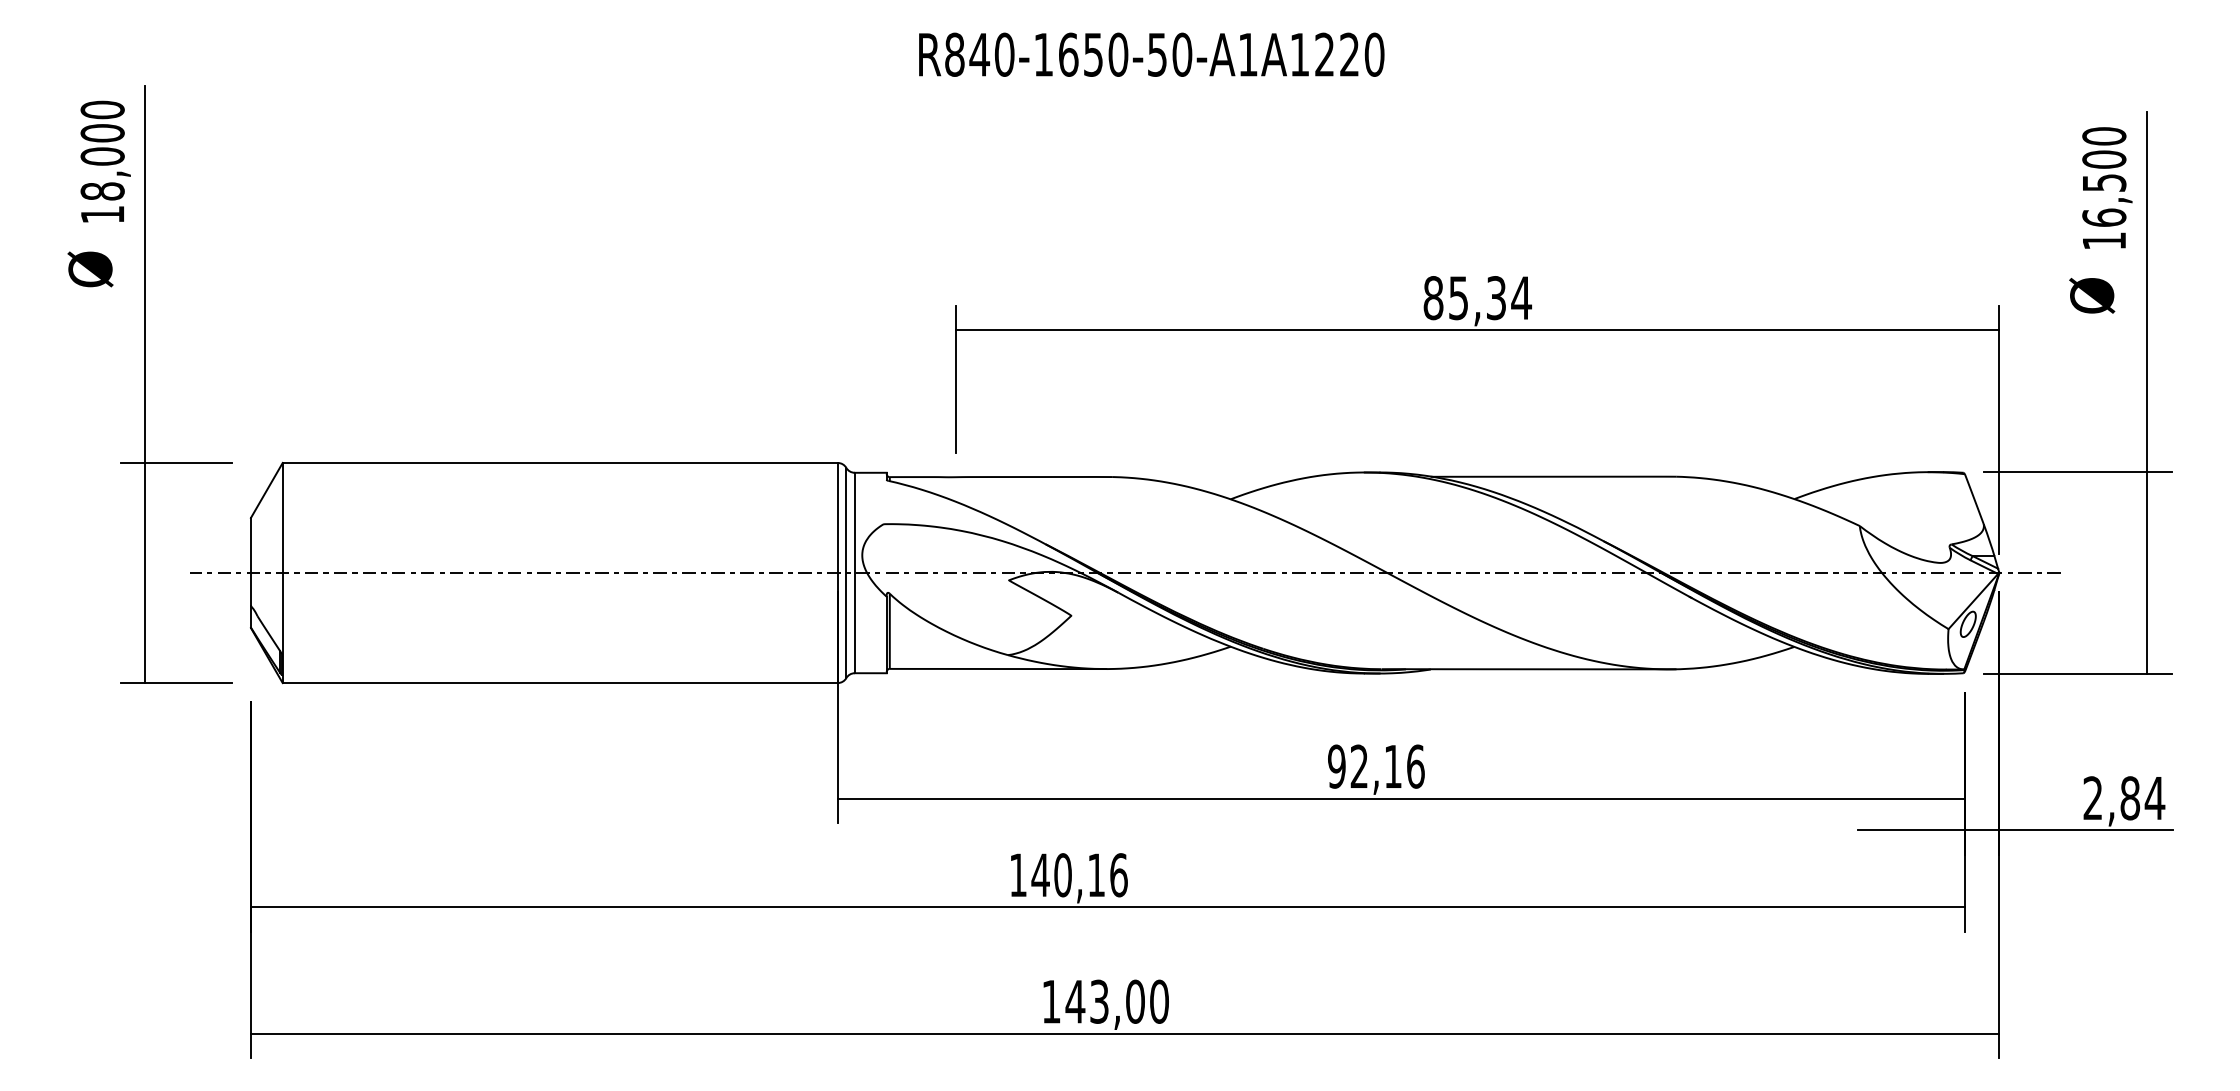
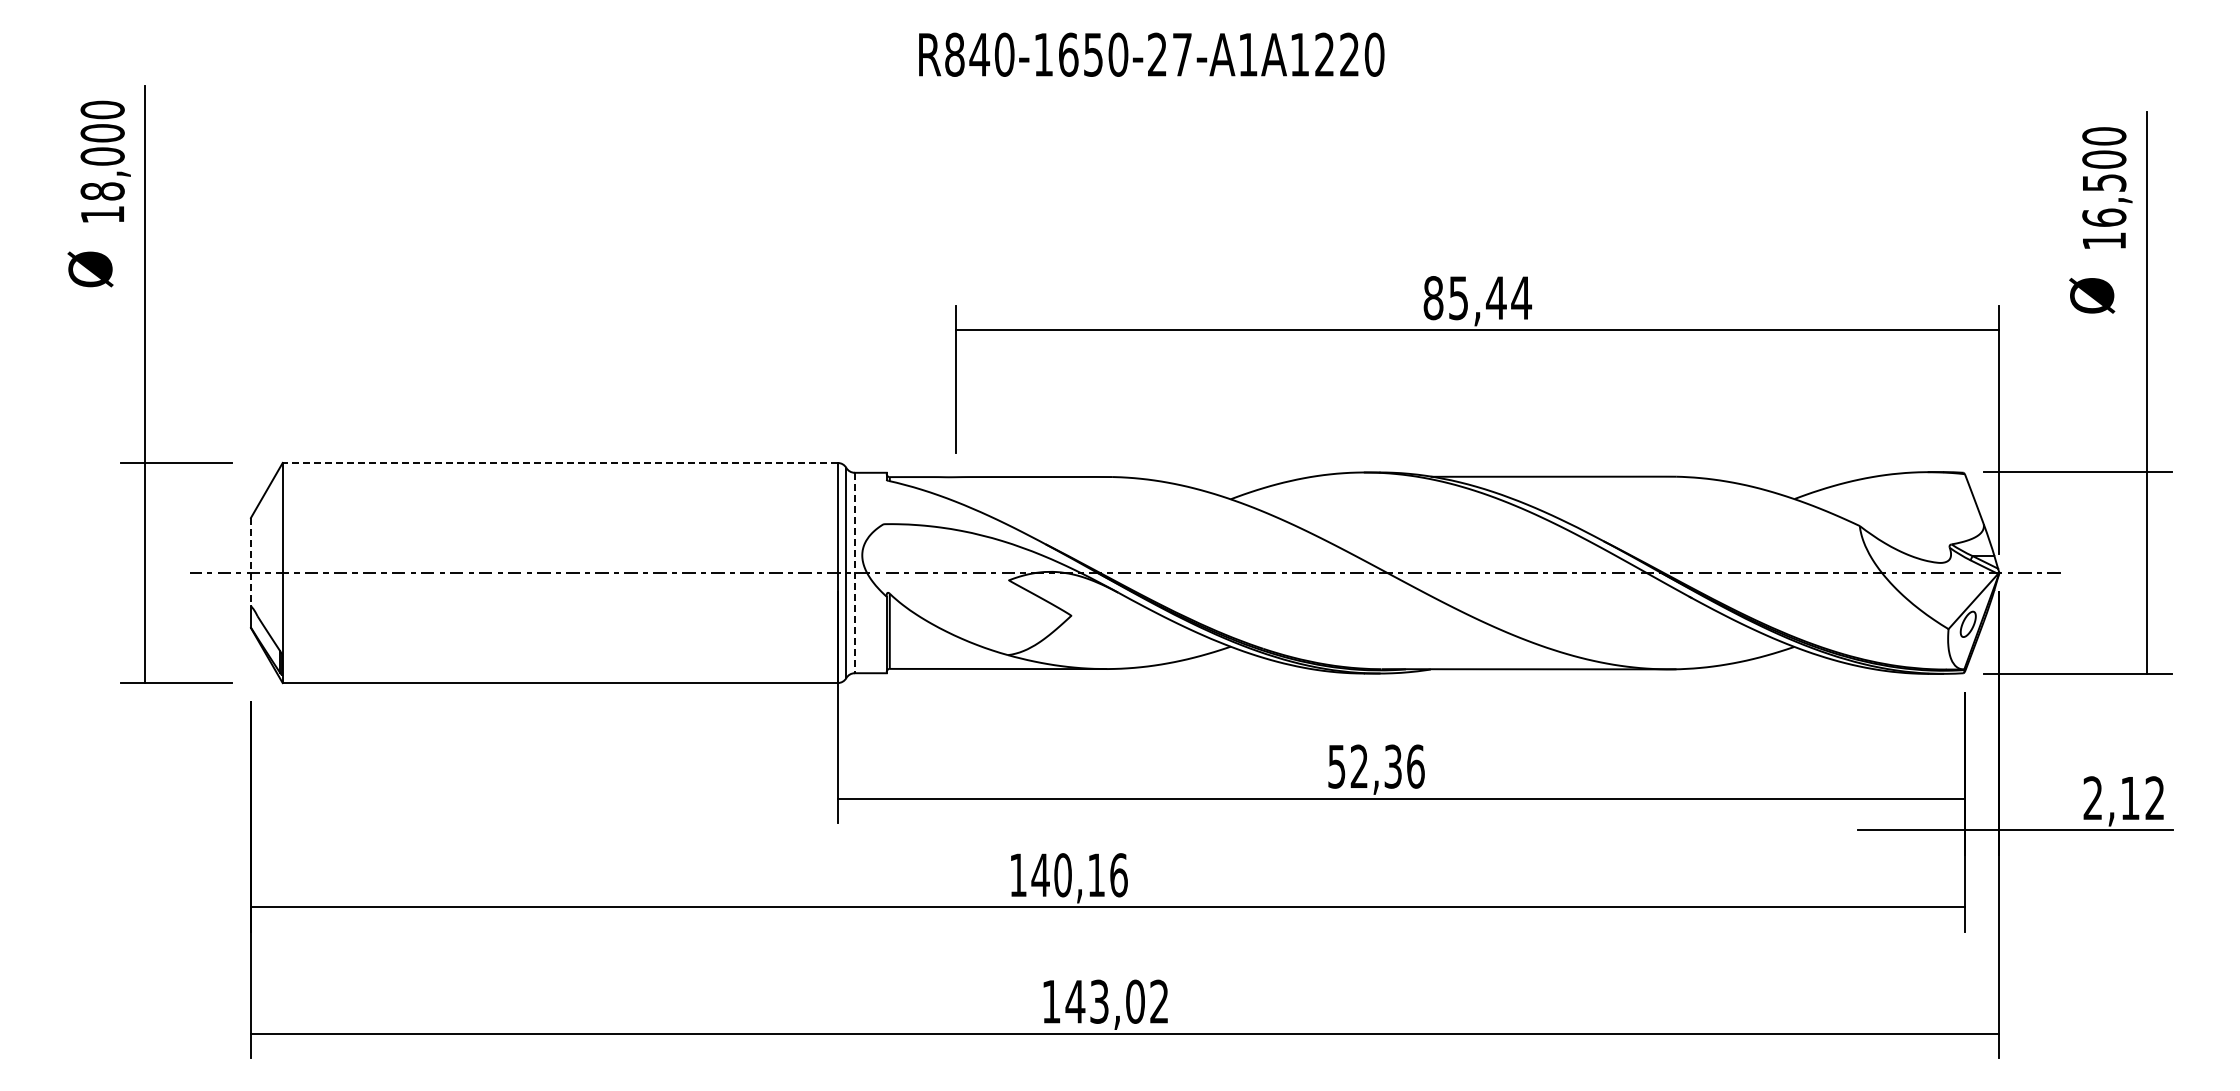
text at (1170, 54): R840-1650-50-A1A1220 -> R840-1650-27-A1A1220
text at (1495, 298): 85,34 -> 85,44
line at (560, 462): solid -> dashed
line at (250, 561): solid -> dashed
line at (854, 573): solid -> dashed
text at (1364, 766): 92,16 -> 52,36
text at (2142, 798): 2,84 -> 2,12
text at (1159, 1001): 143,00 -> 143,02
